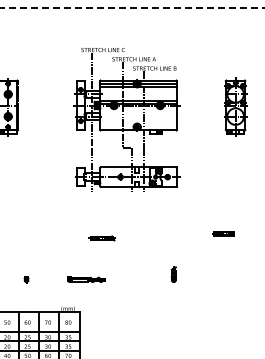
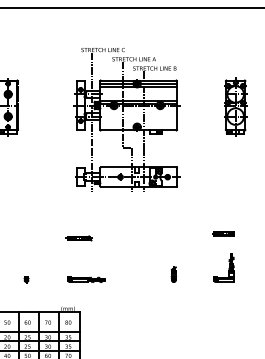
line at (132, 7): dashed -> solid
part at (101, 238) position: (101, 238) -> (78, 238)
part at (223, 267): none -> present
